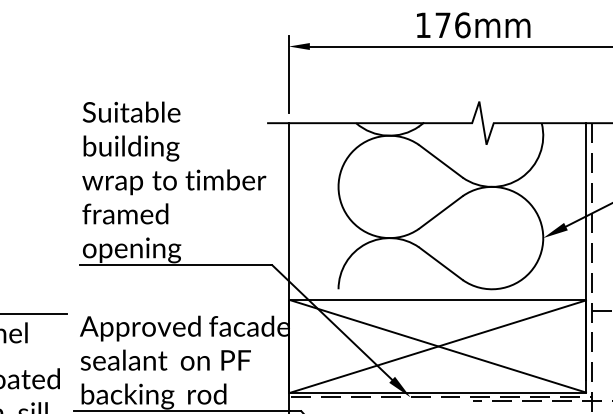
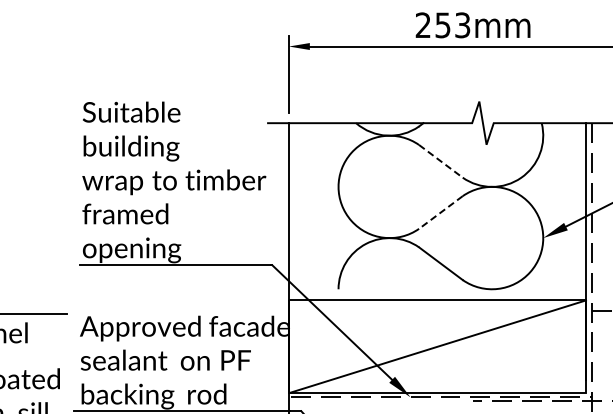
text at (442, 25): 176mm -> 253mm
line at (441, 161): solid -> dashed
line at (440, 212): solid -> dashed
line at (438, 346): present -> none
